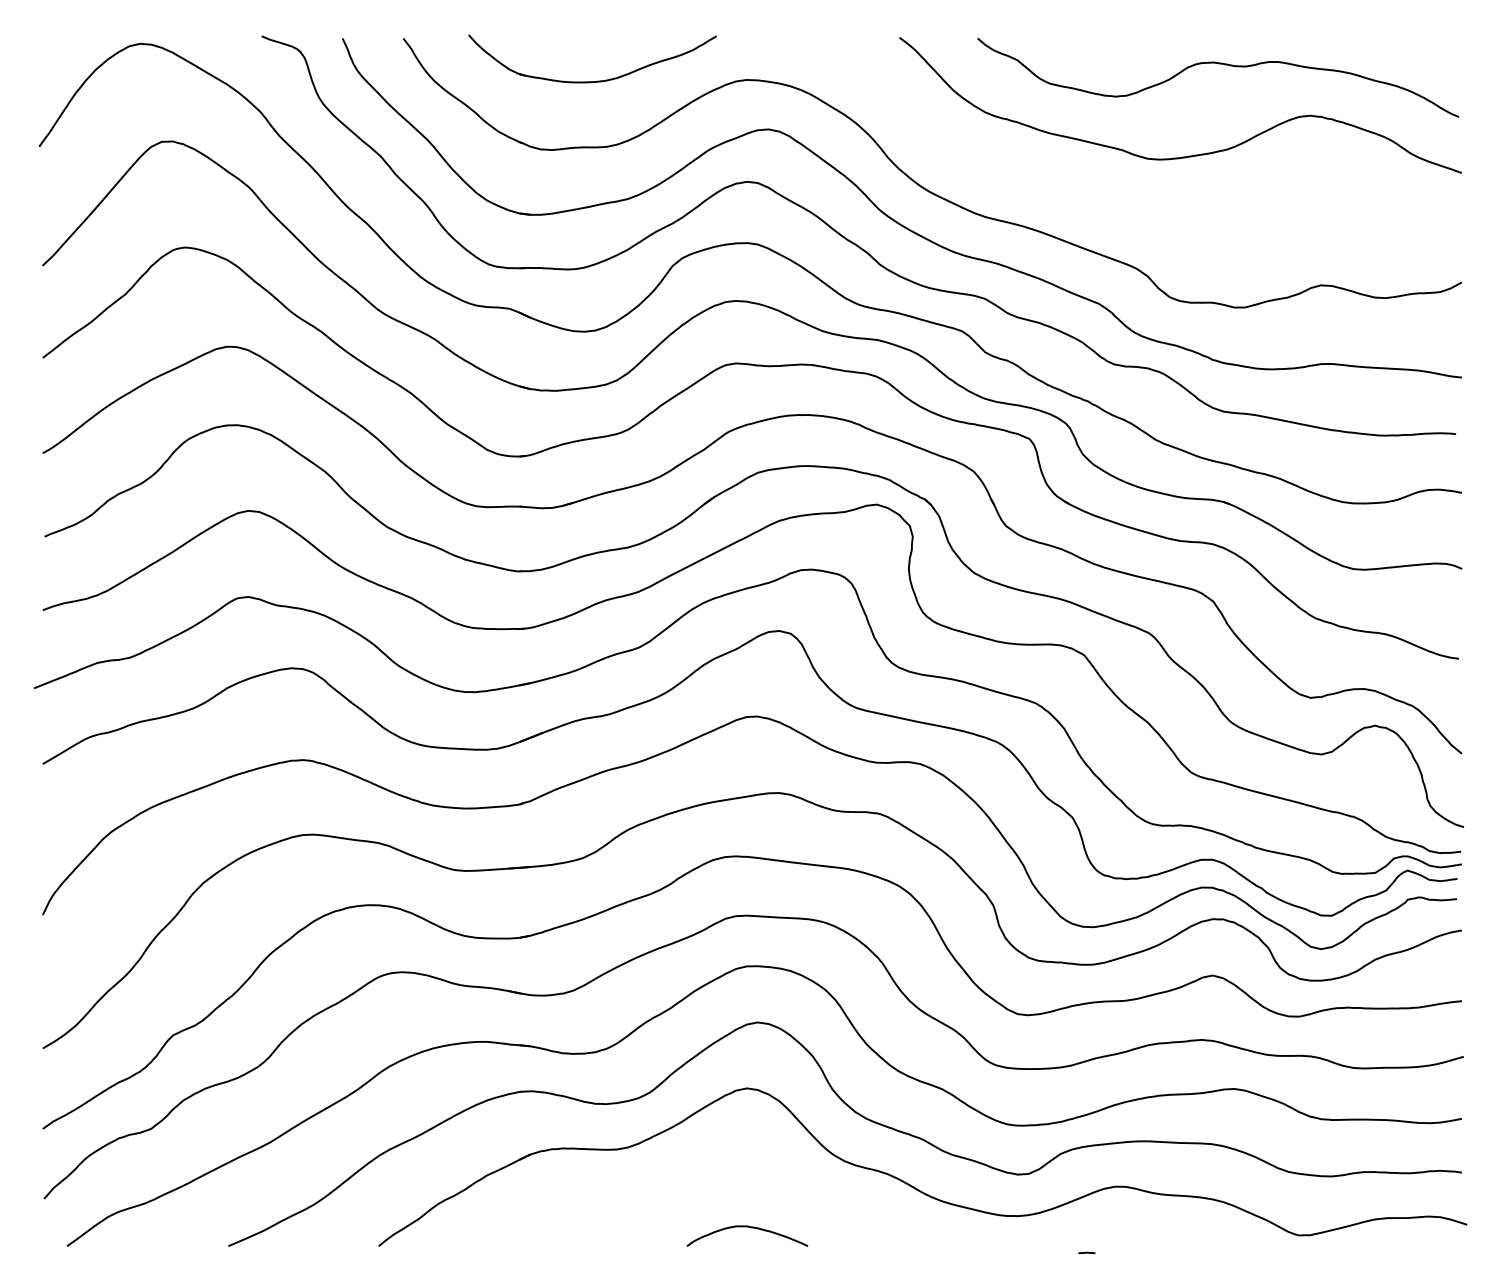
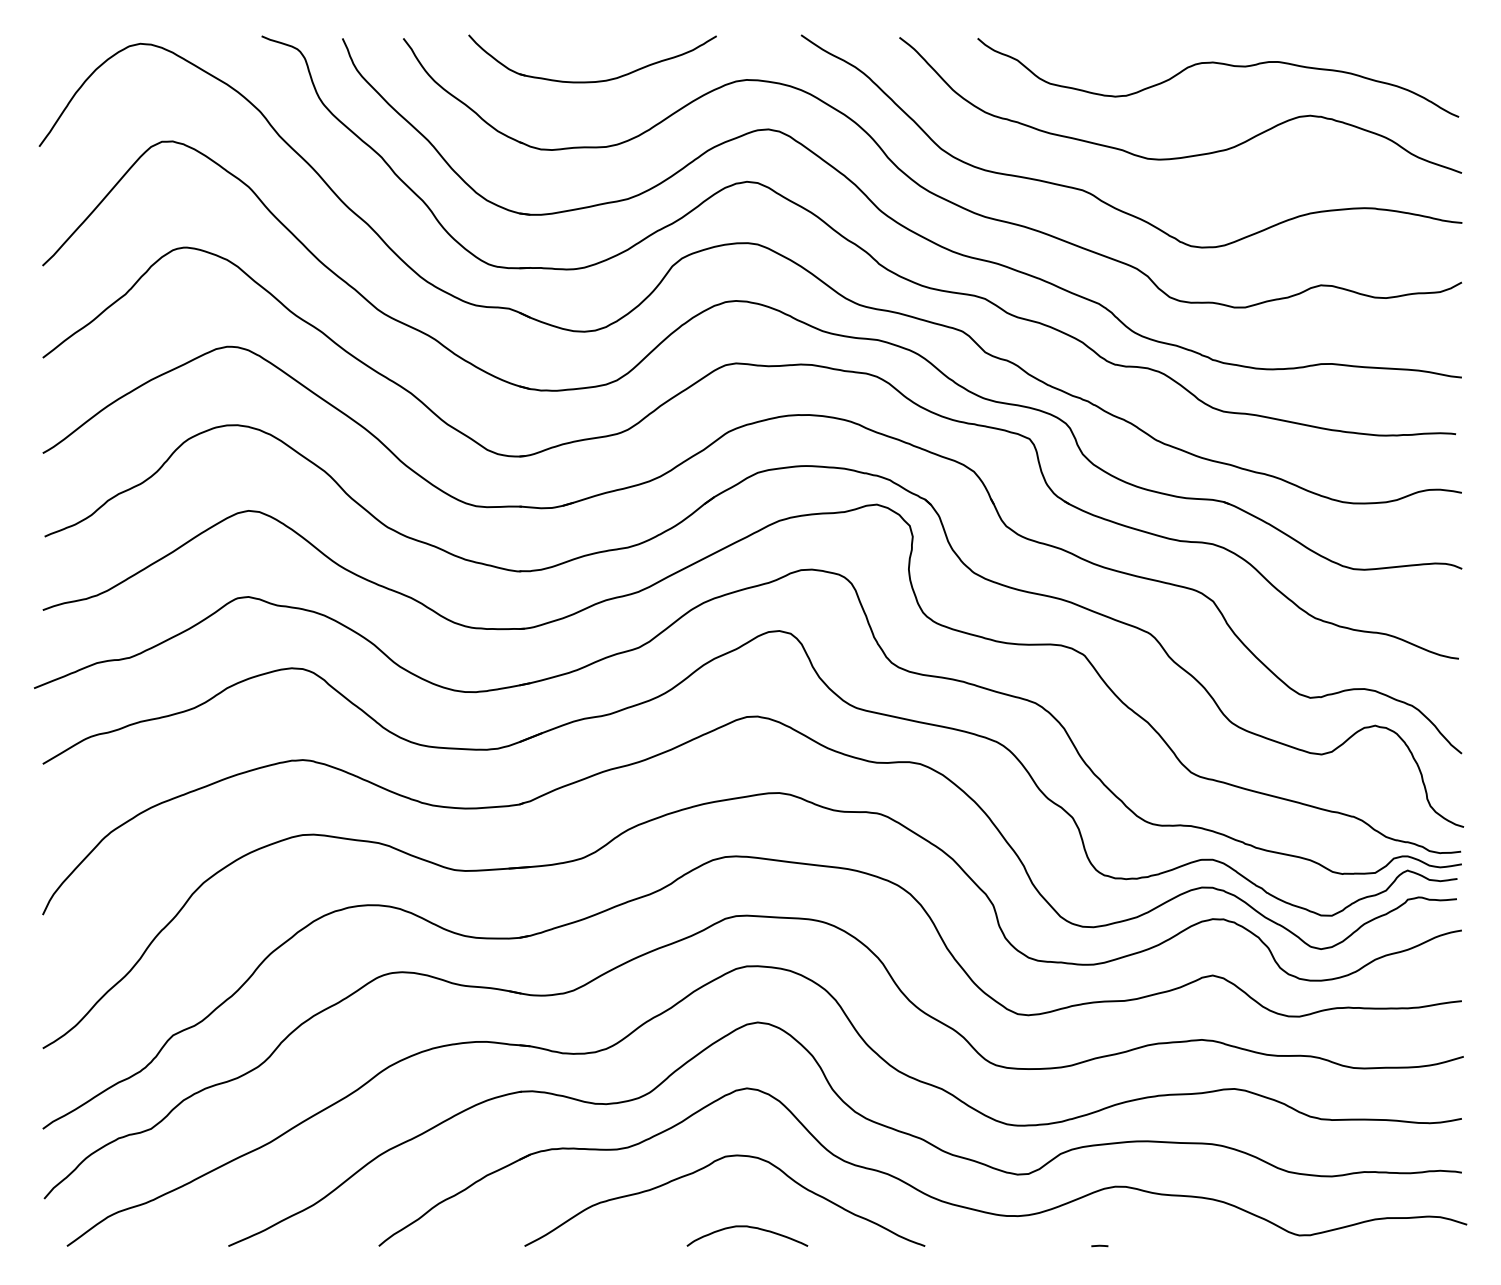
curve at (1095, 195): none -> present
curve at (708, 1166): none -> present
line at (1086, 1252) position: (1086, 1252) -> (1099, 1245)
